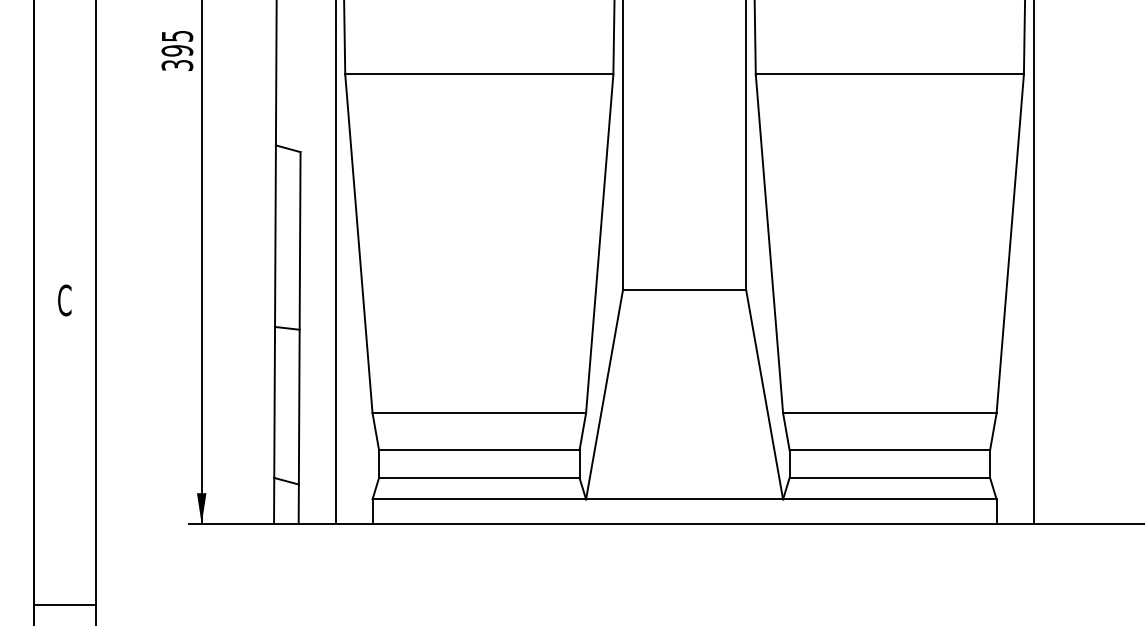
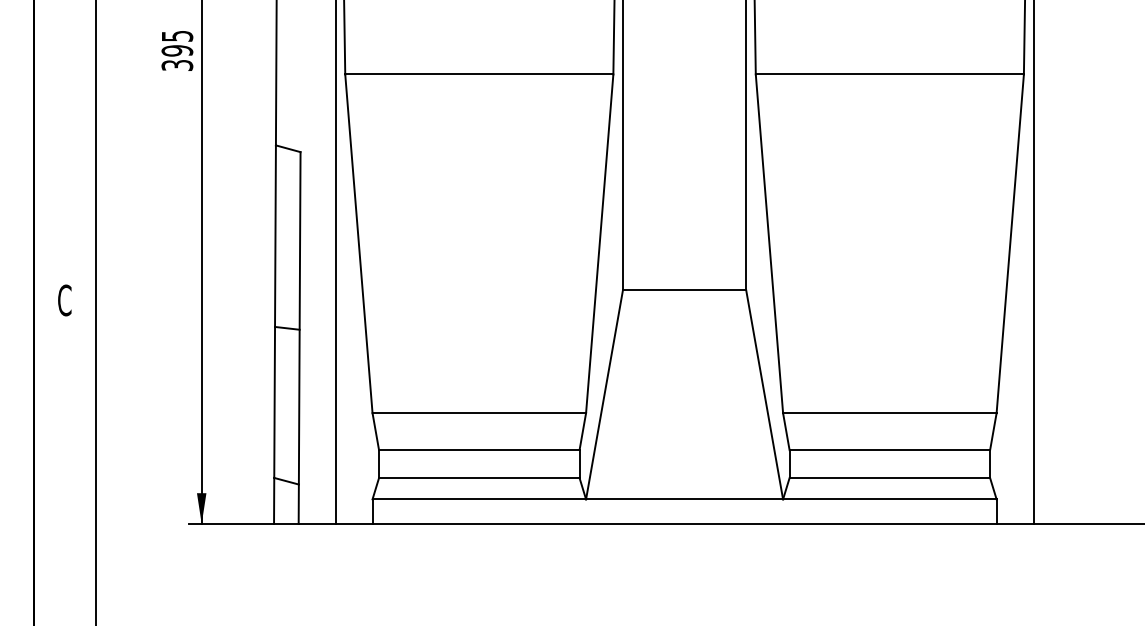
line at (64, 604): present -> none
